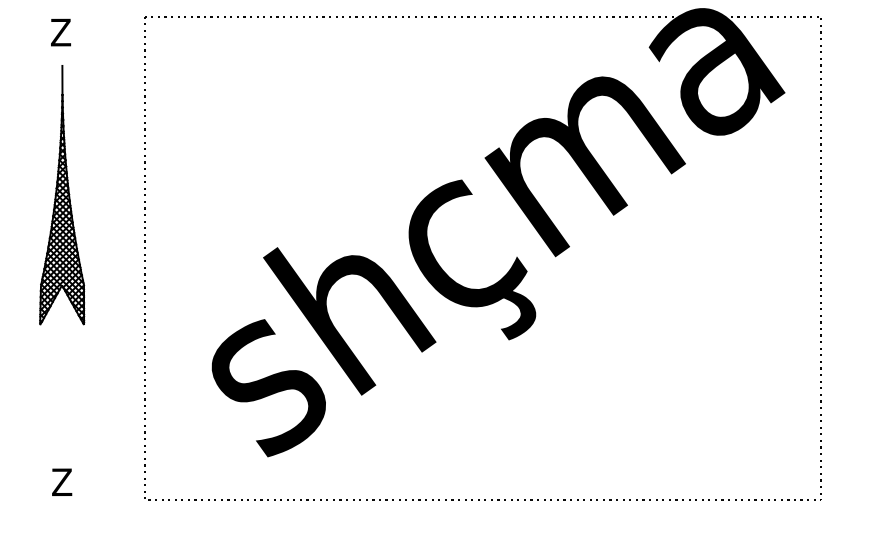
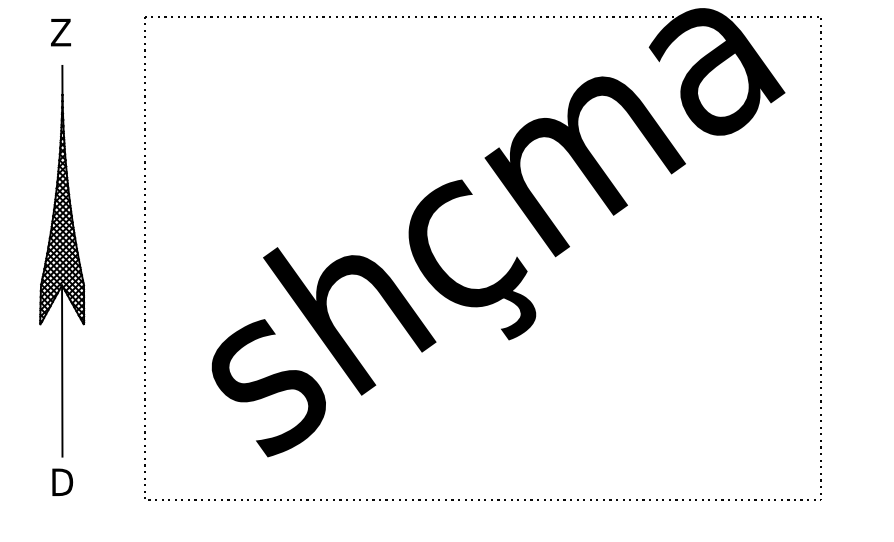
line at (62, 370): none -> present
text at (62, 481): Z -> D
